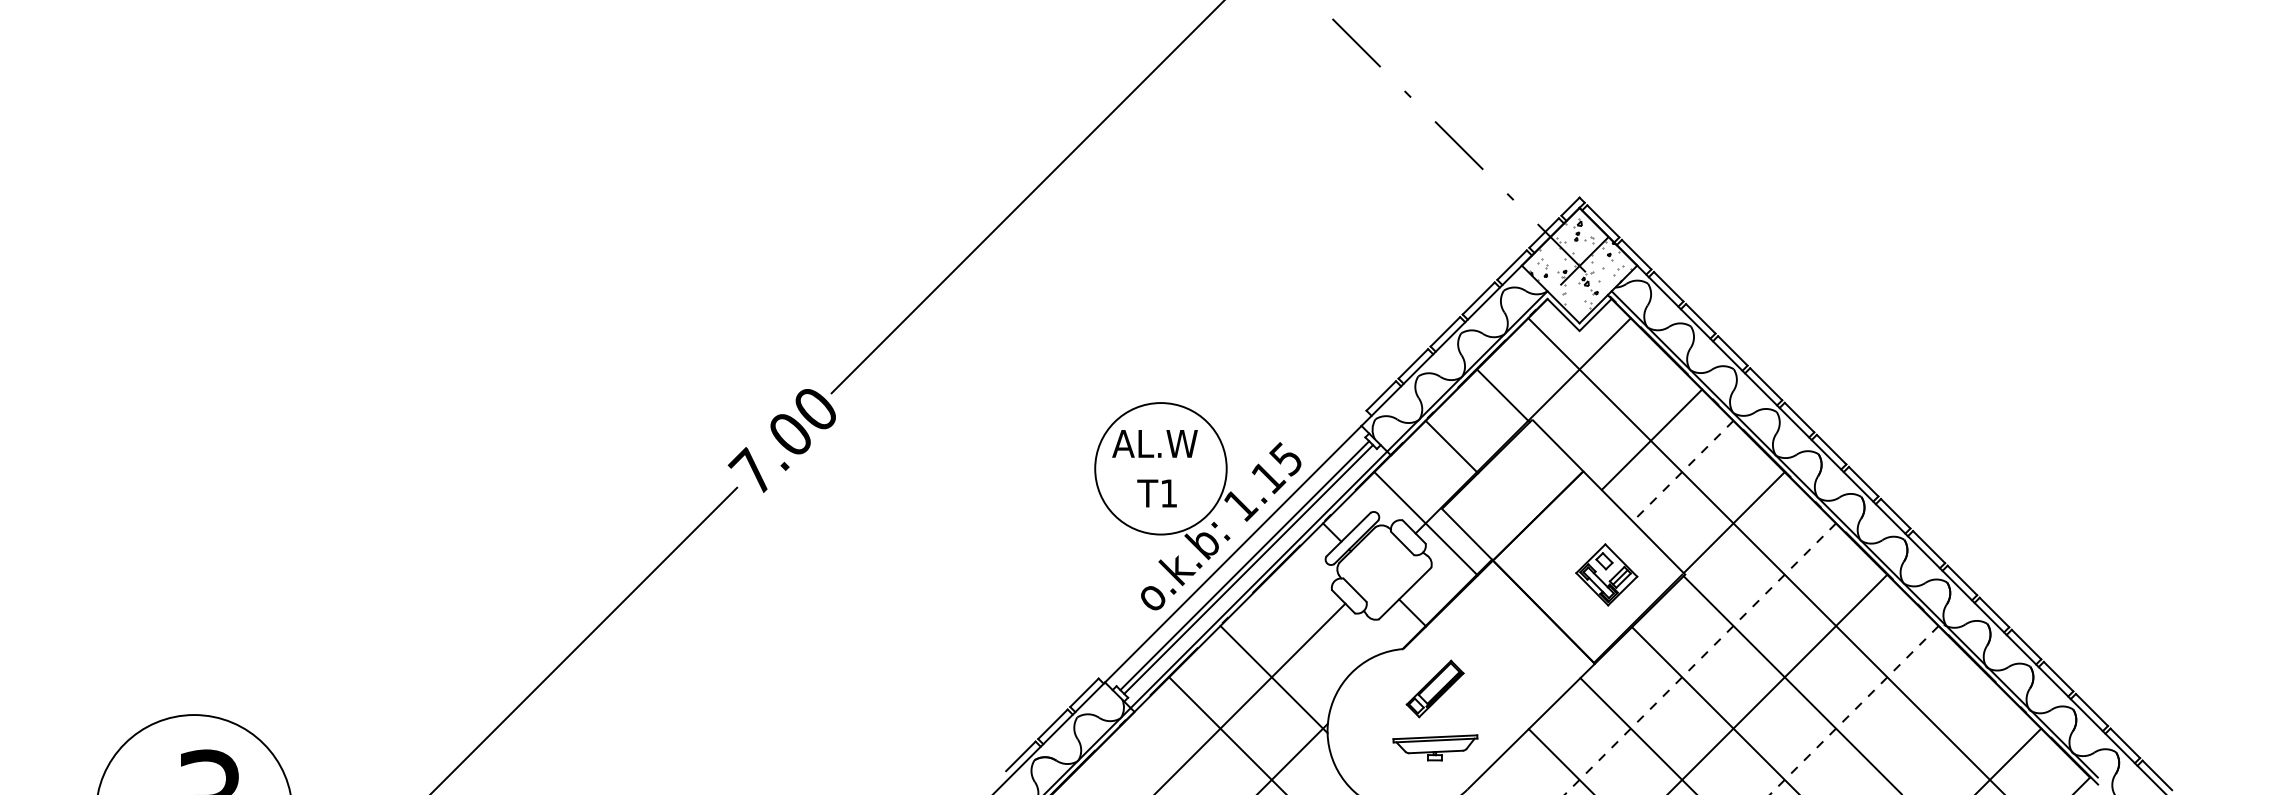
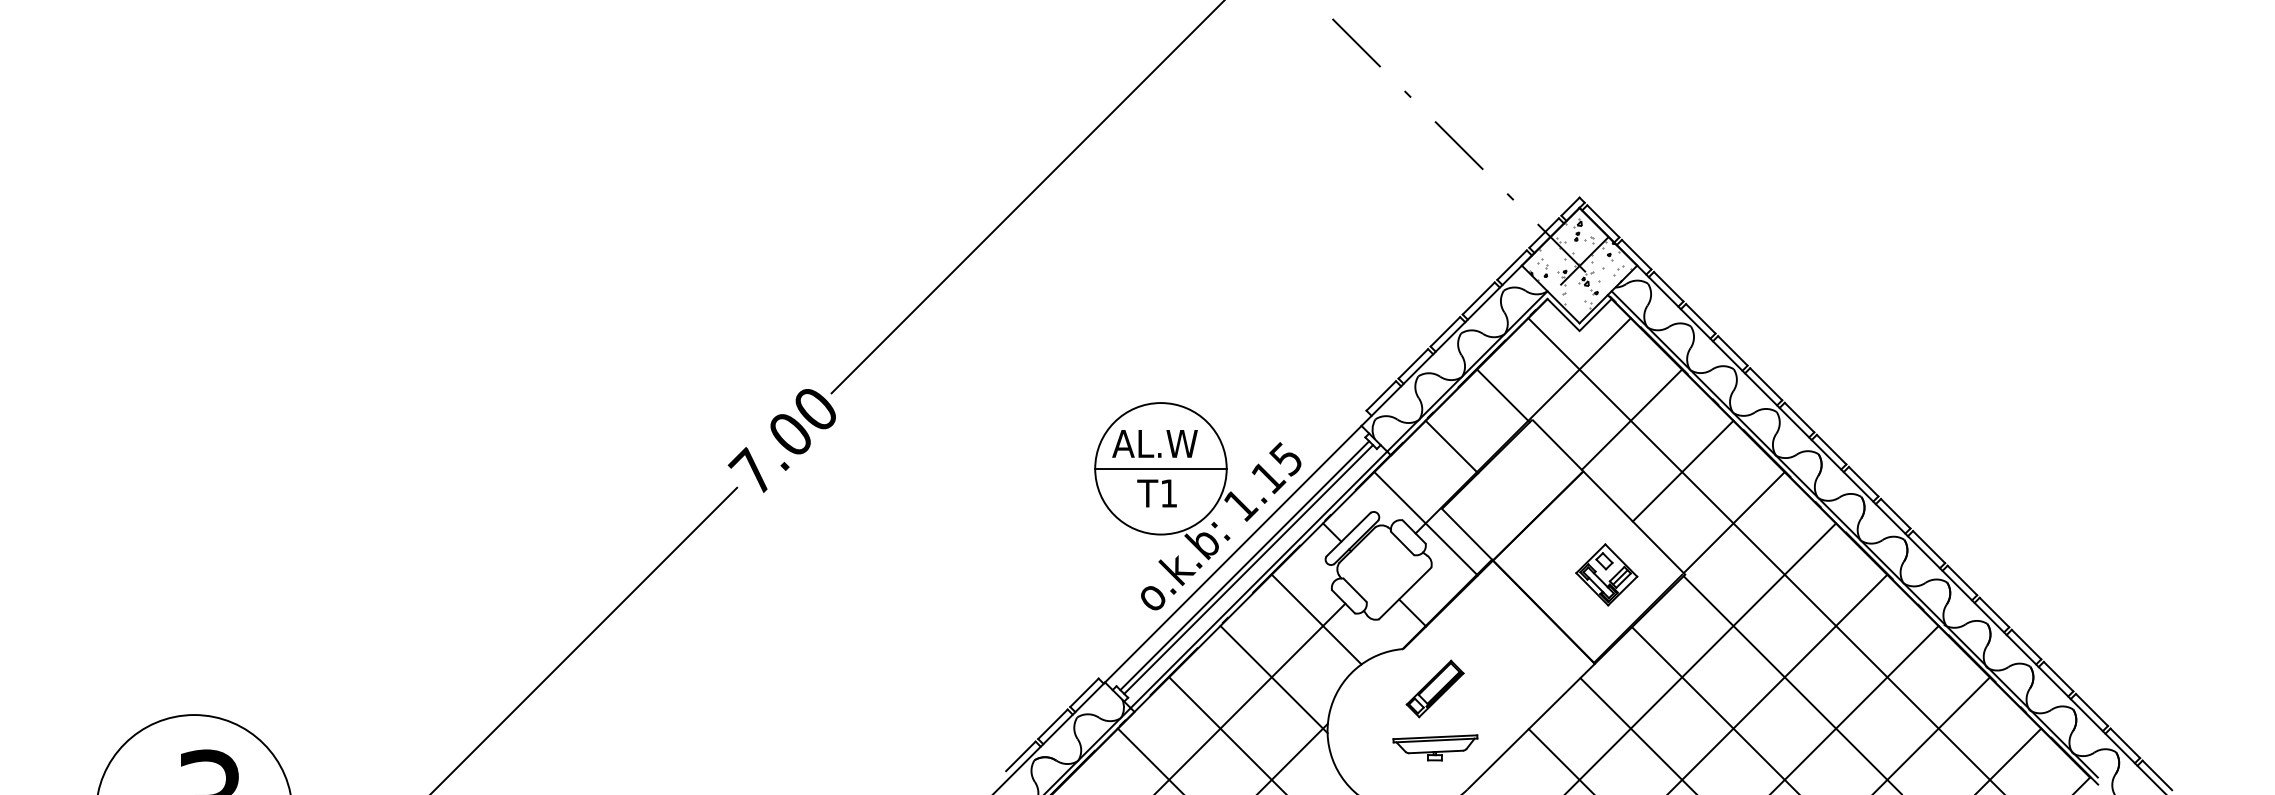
line at (1651, 439) position: (1651, 439) -> (1631, 419)
line at (1160, 468): none -> present
line at (1682, 471): dashed -> solid
line at (1316, 619): none -> present
line at (1700, 659): dashed -> solid
line at (1853, 710): dashed -> solid
line at (1932, 734): none -> present
line at (1148, 759): none -> present
